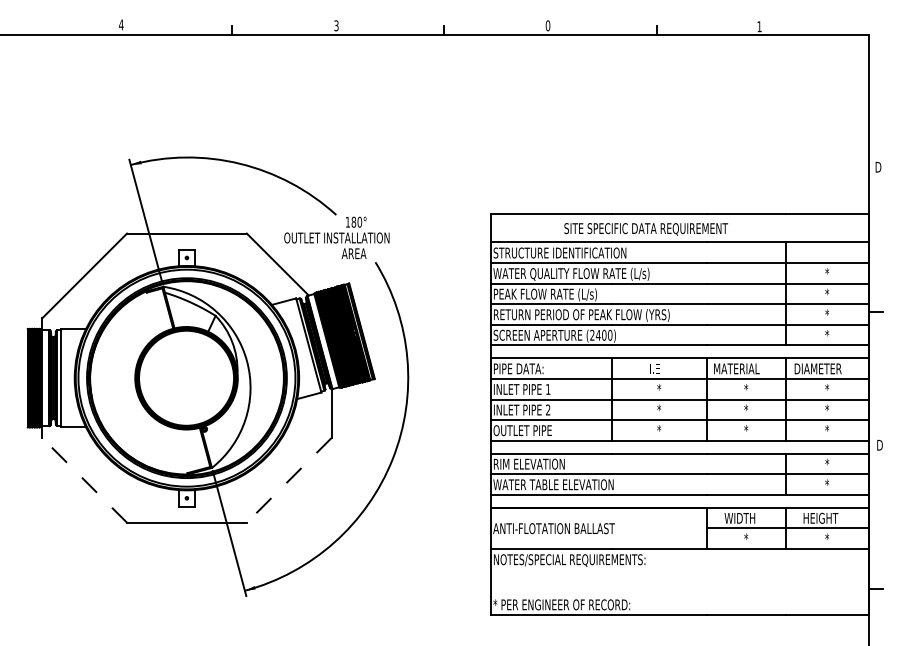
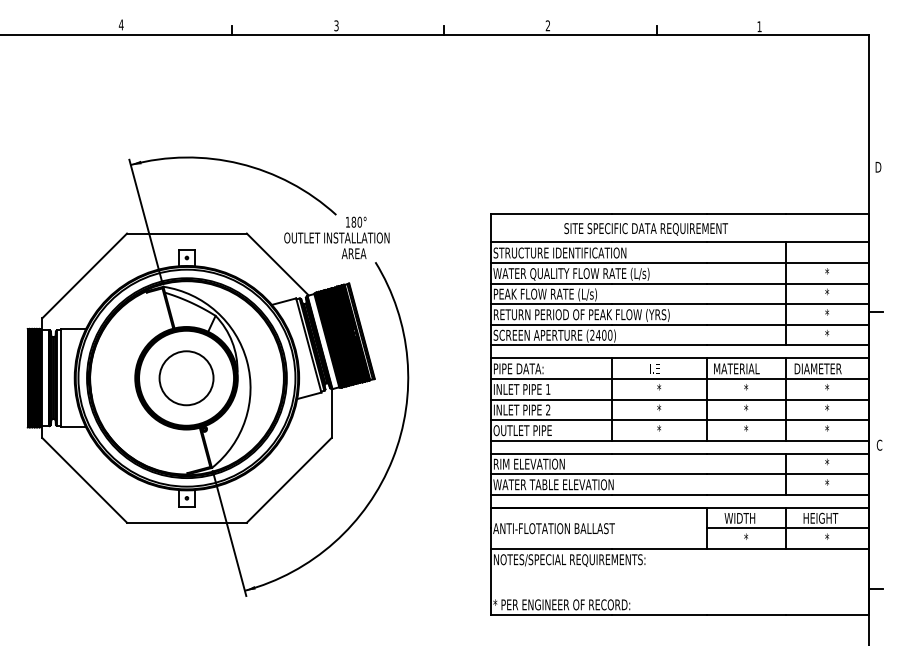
text at (547, 25): 0 -> 2
circle at (186, 378): none -> present
text at (879, 444): D -> C
line at (84, 480): dashed -> solid
line at (289, 480): dashed -> solid
